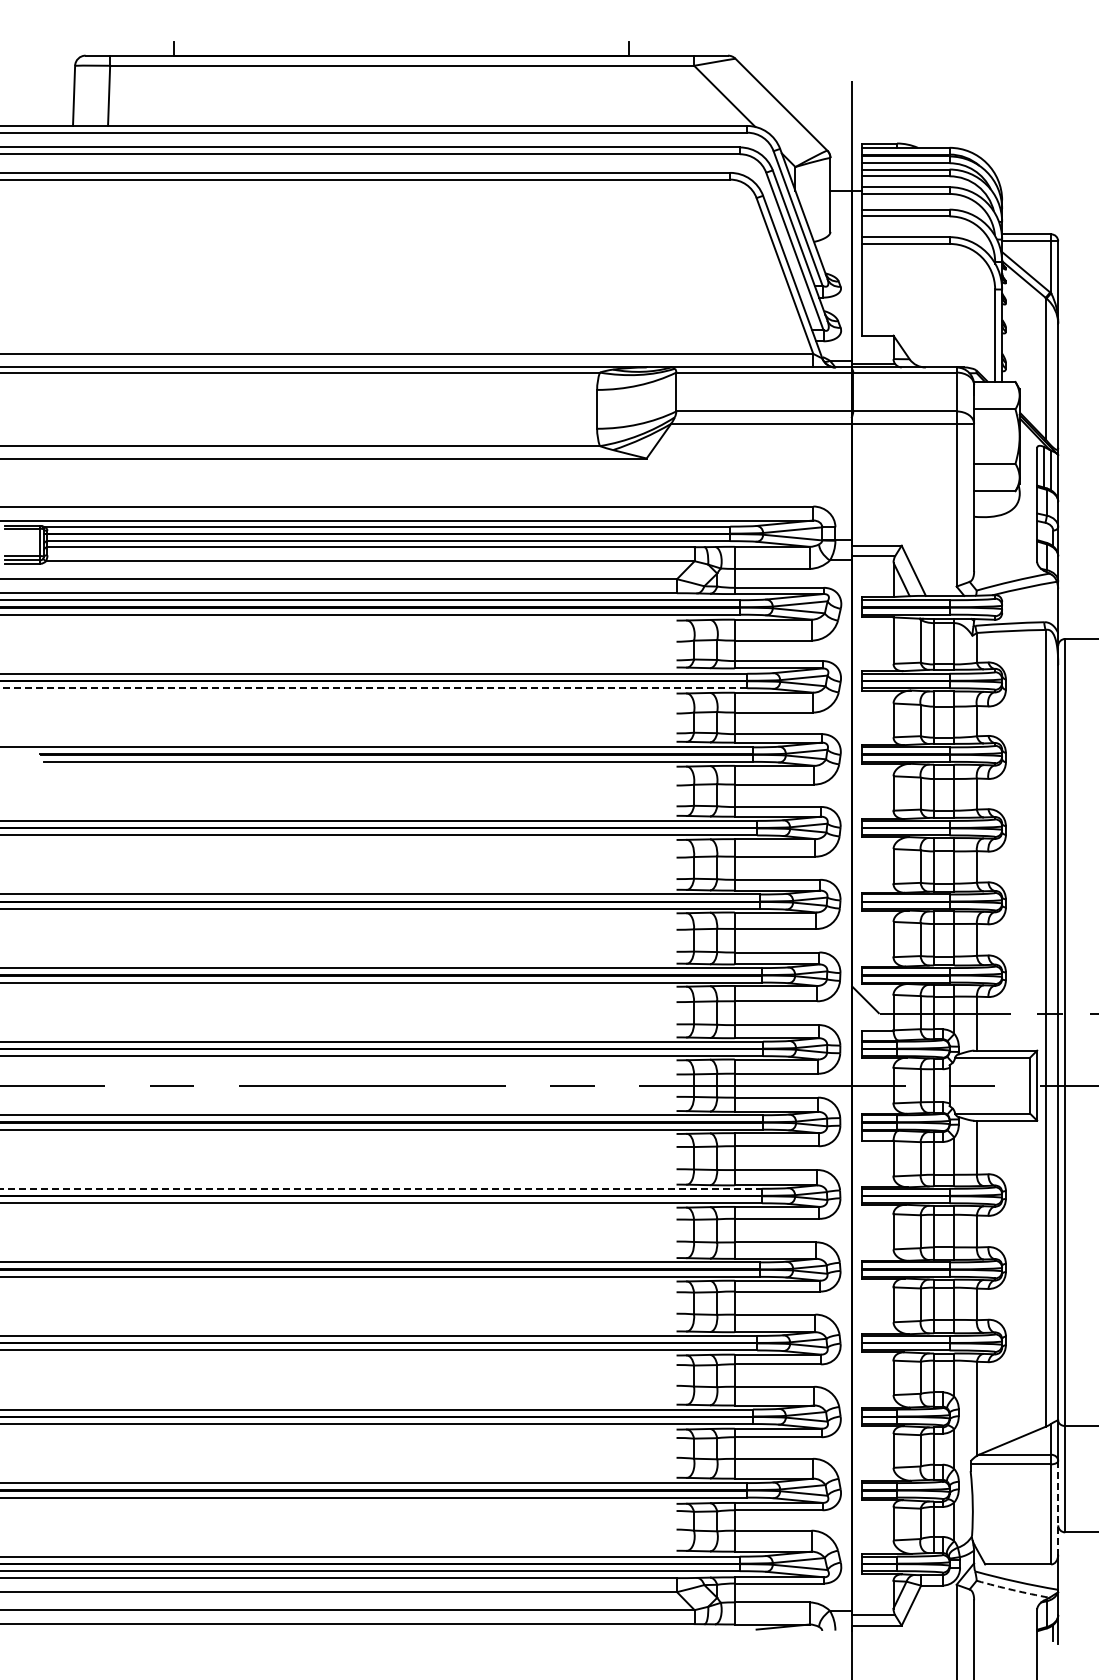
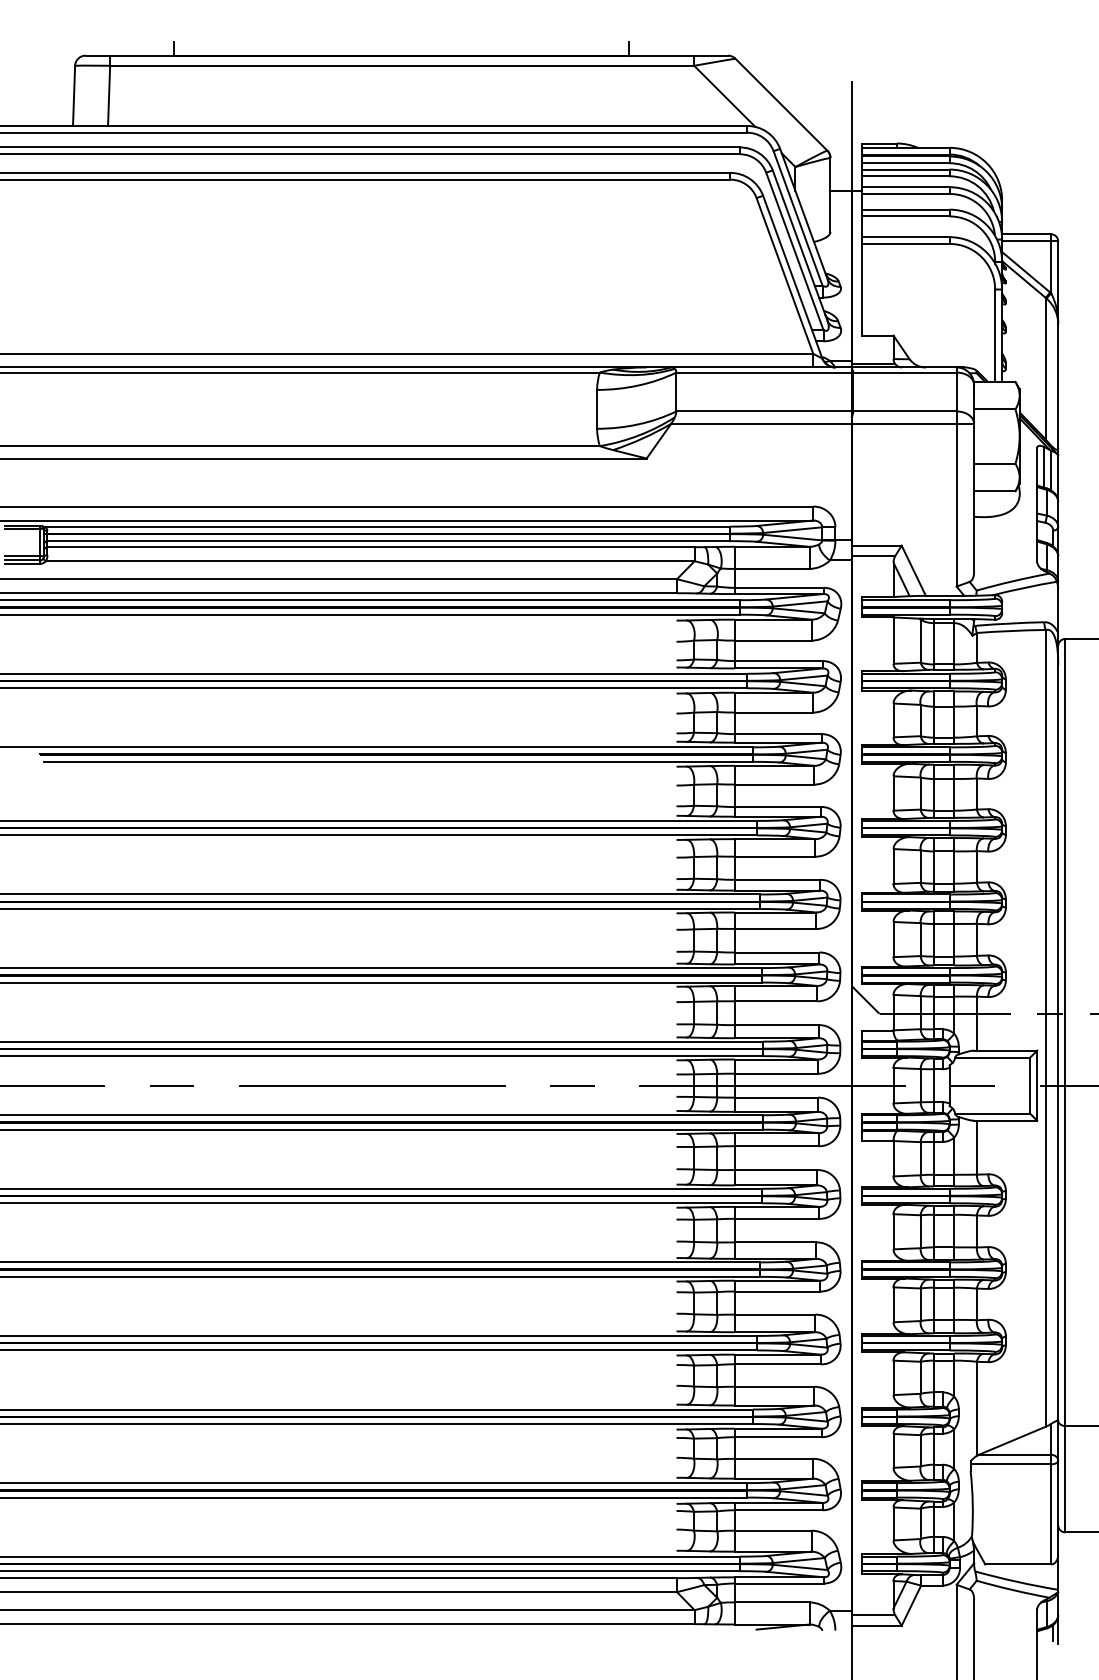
line at (373, 688): dashed -> solid
line at (381, 1188): dashed -> solid
line at (1058, 1508): dashed -> solid
arc at (1012, 1590): dashed -> solid
